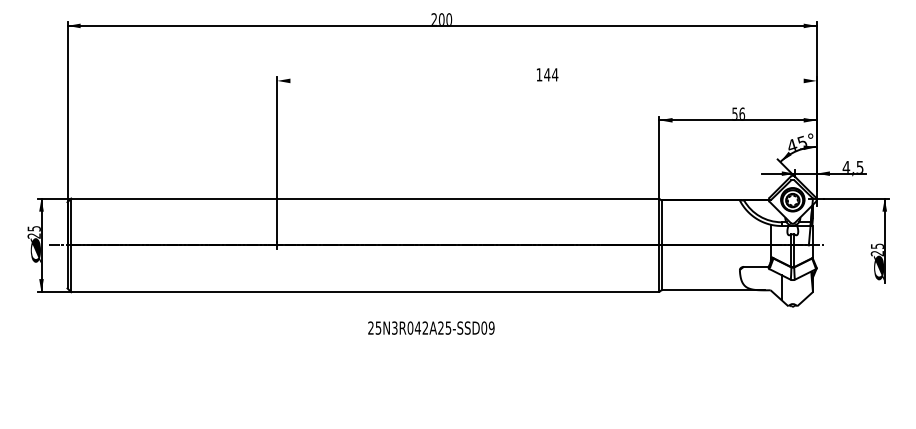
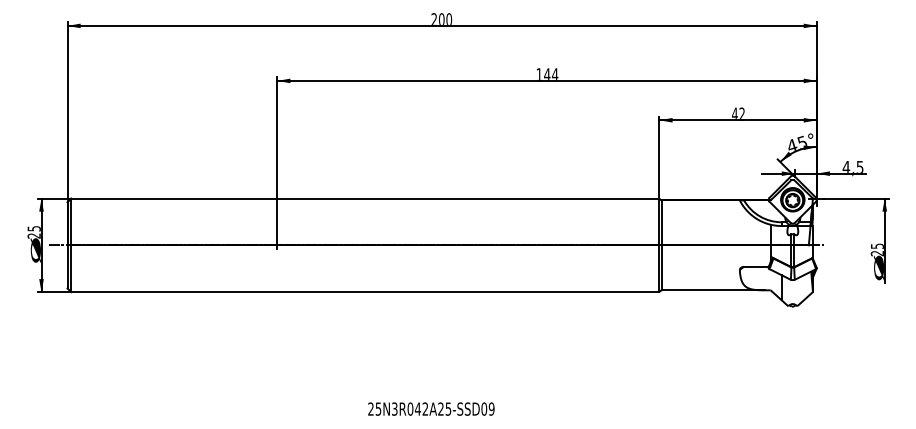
line at (546, 80): none -> present
text at (738, 112): 56 -> 42
text at (431, 327) position: (431, 327) -> (431, 408)
